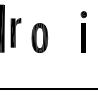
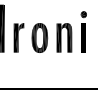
part at (15, 32) position: (15, 32) -> (18, 37)
part at (64, 37): none -> present
